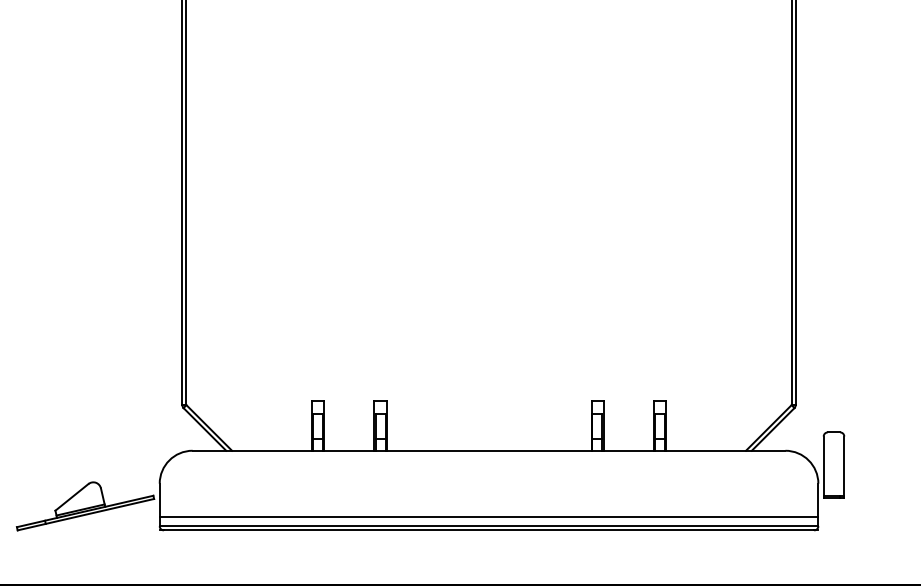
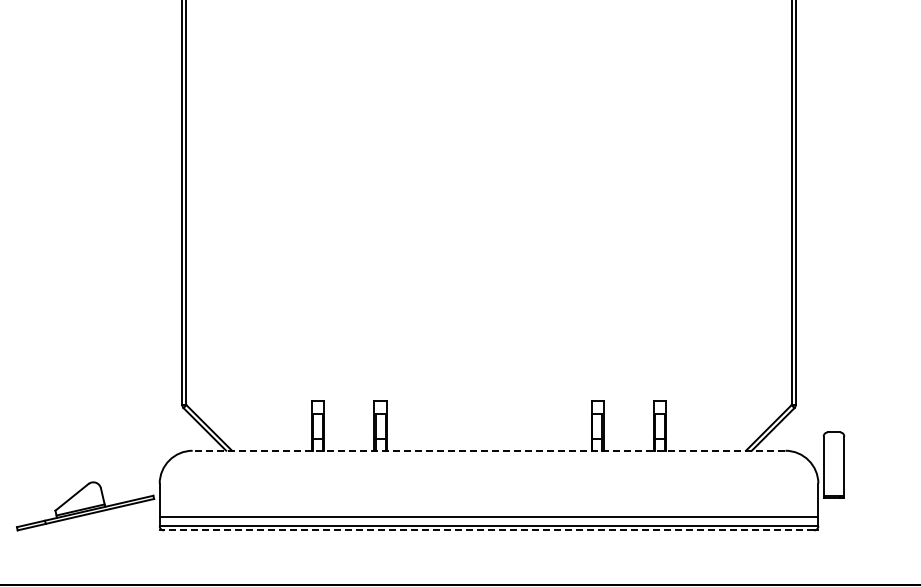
line at (488, 450): solid -> dashed
line at (488, 530): solid -> dashed
